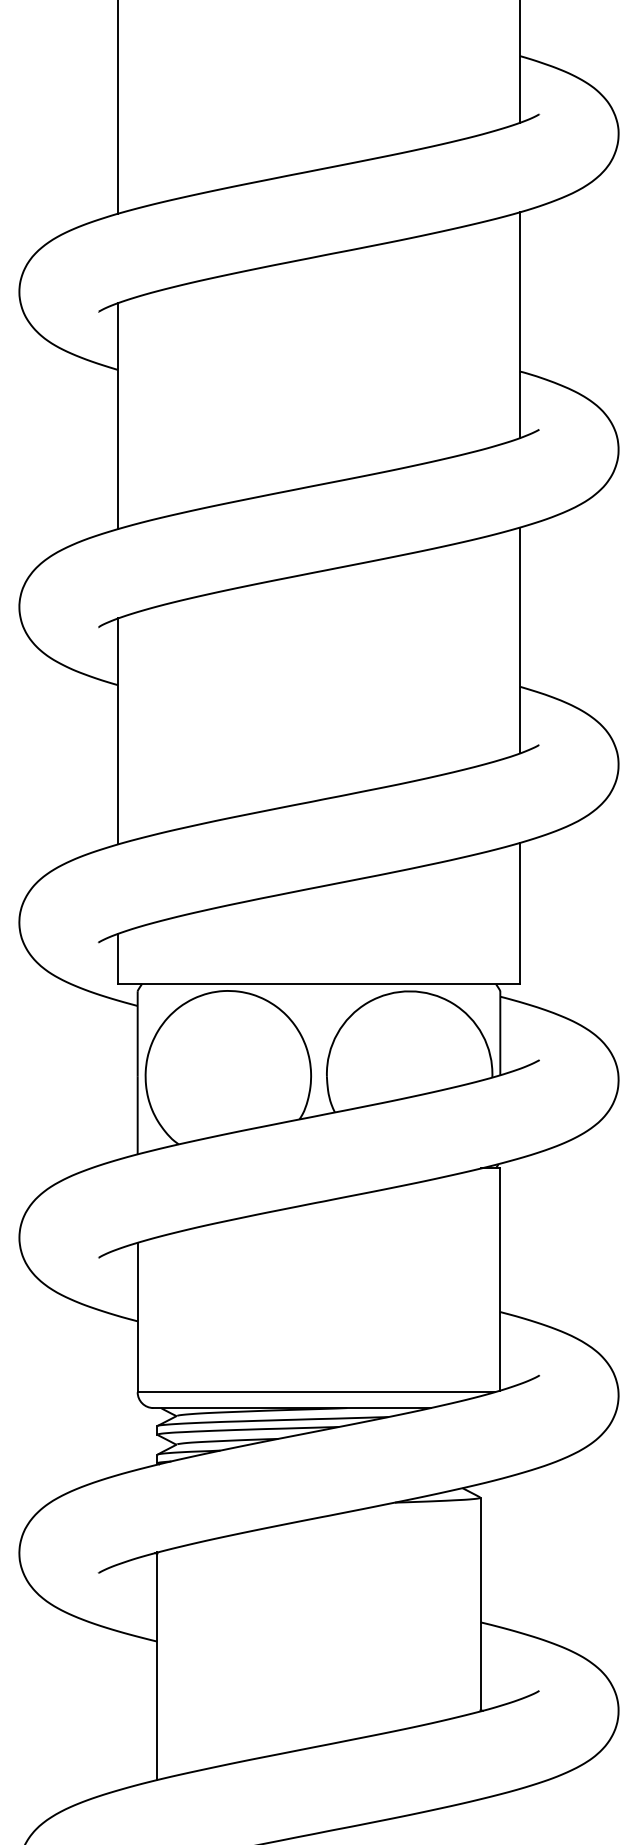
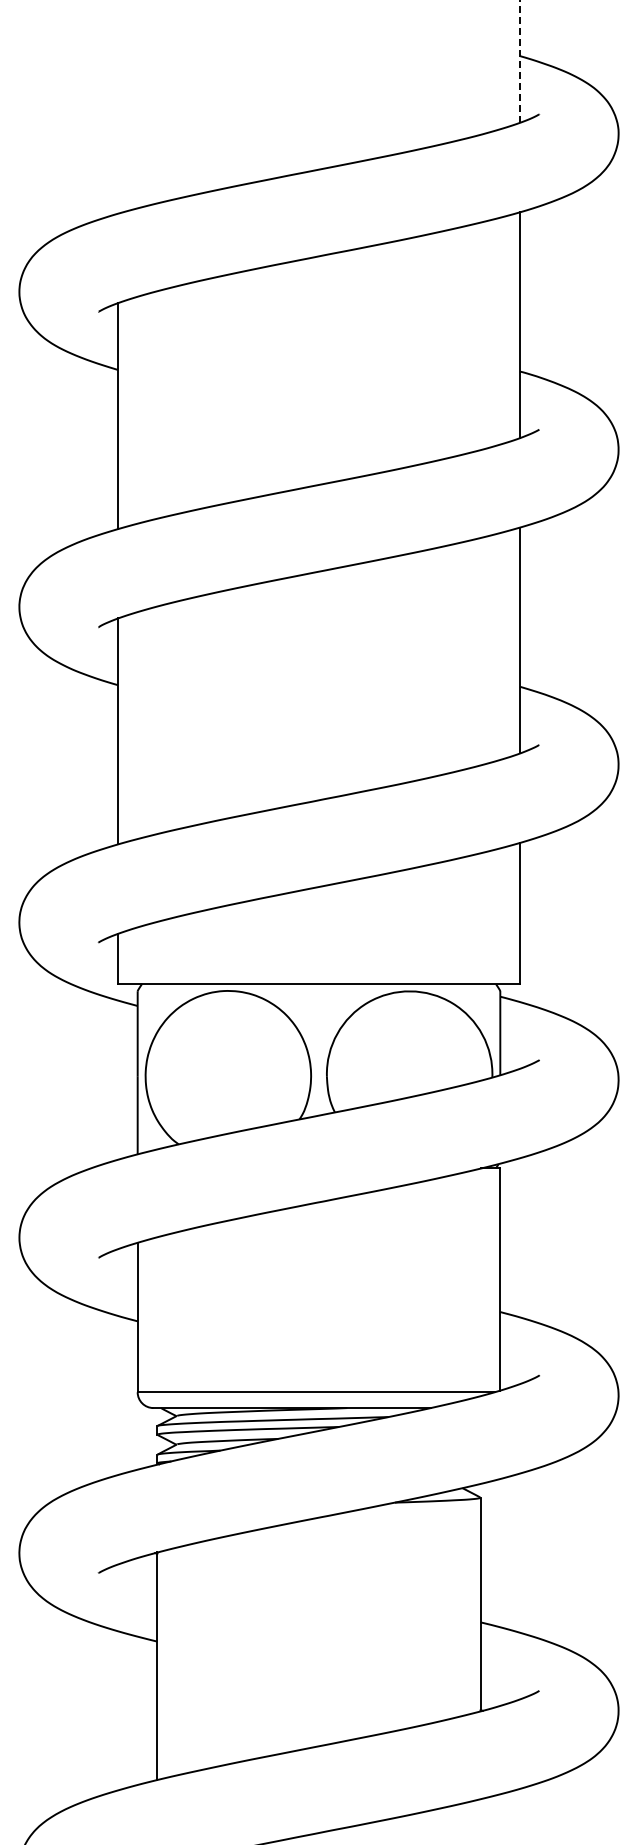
line at (520, 61): solid -> dashed
line at (117, 107): present -> none
